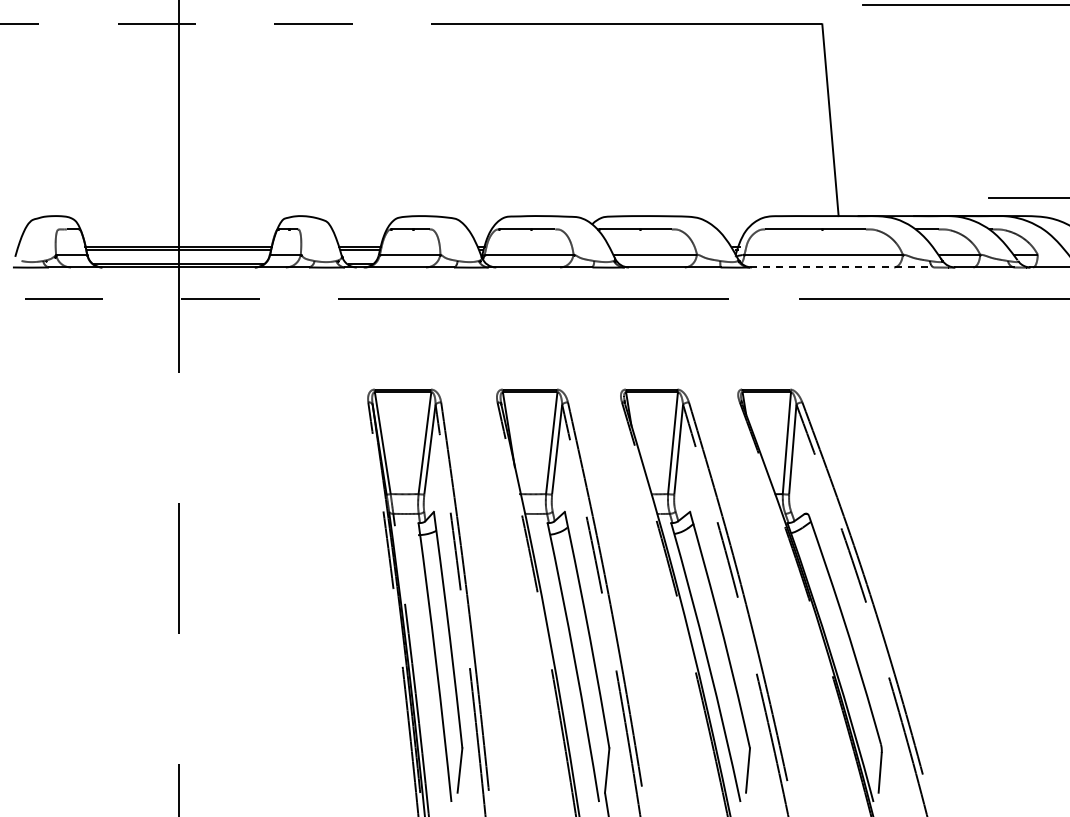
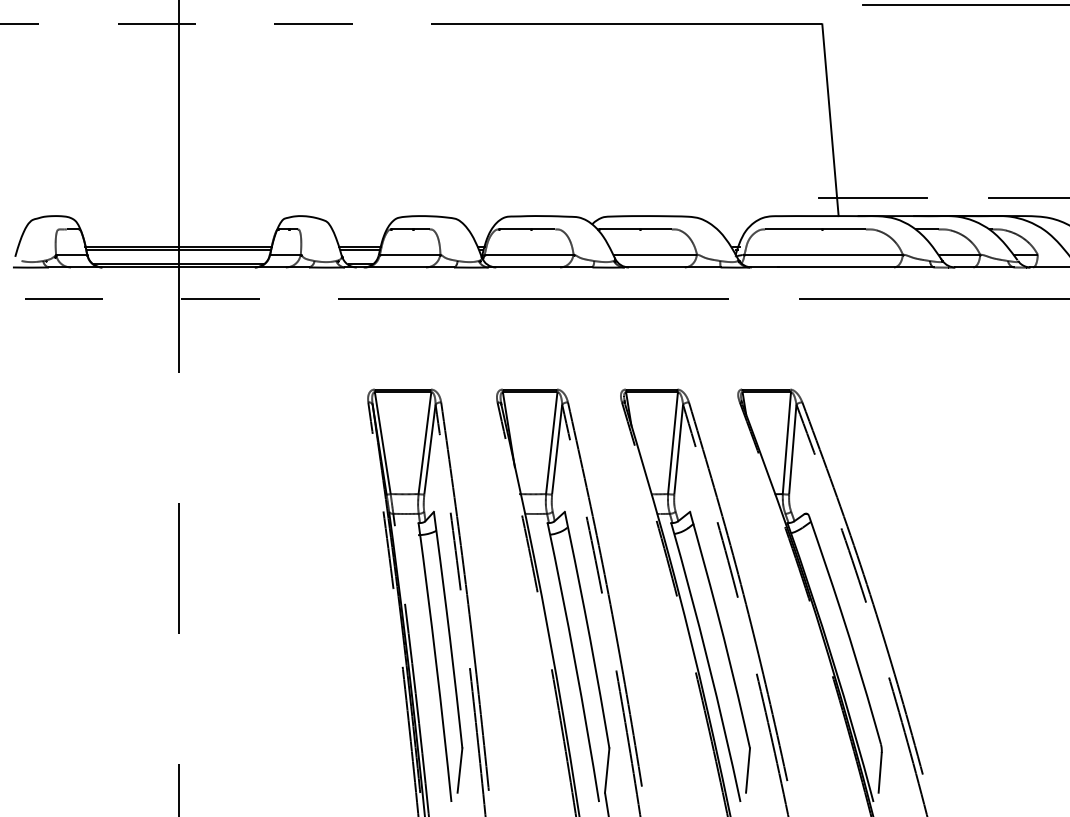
line at (873, 197): none -> present
line at (841, 267): dashed -> solid
